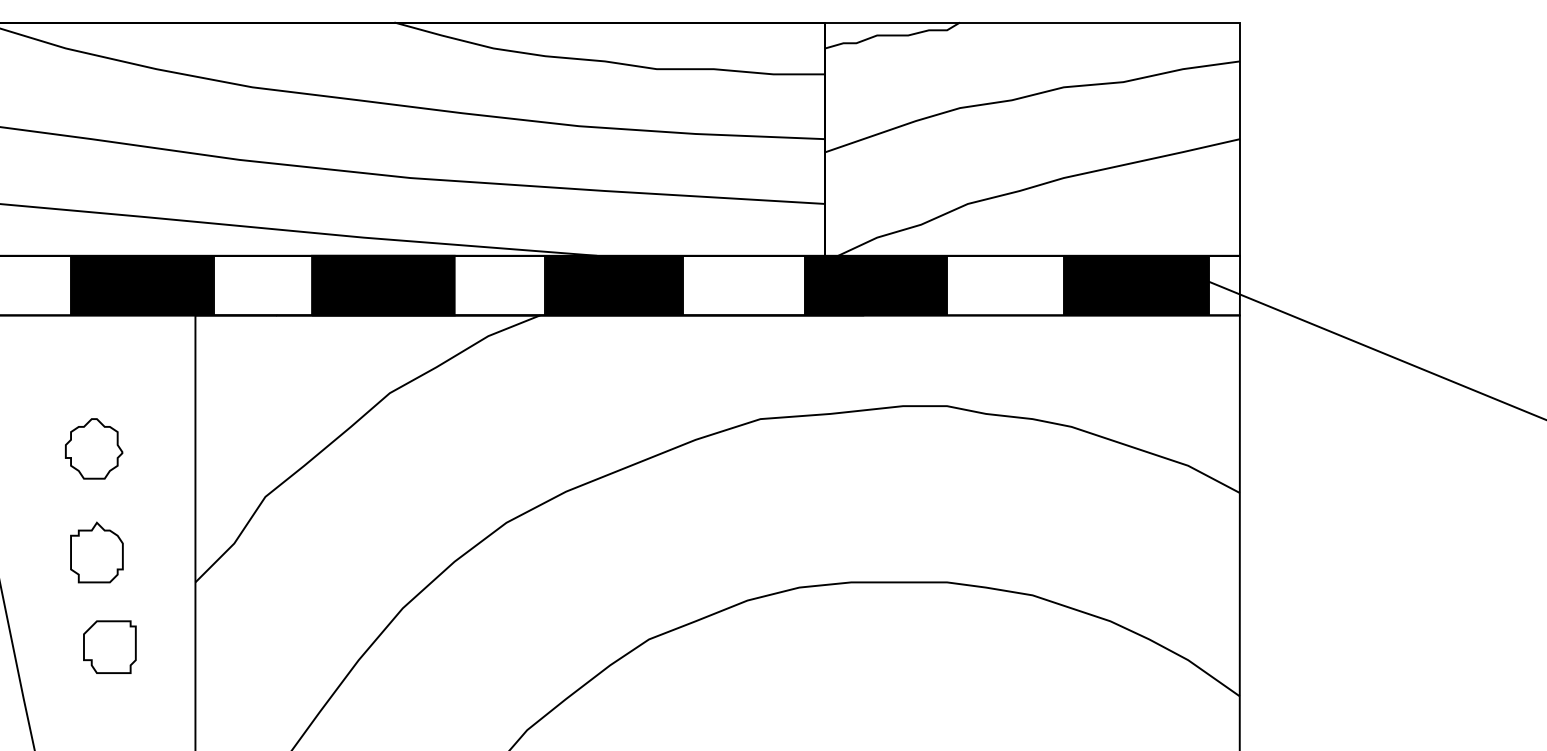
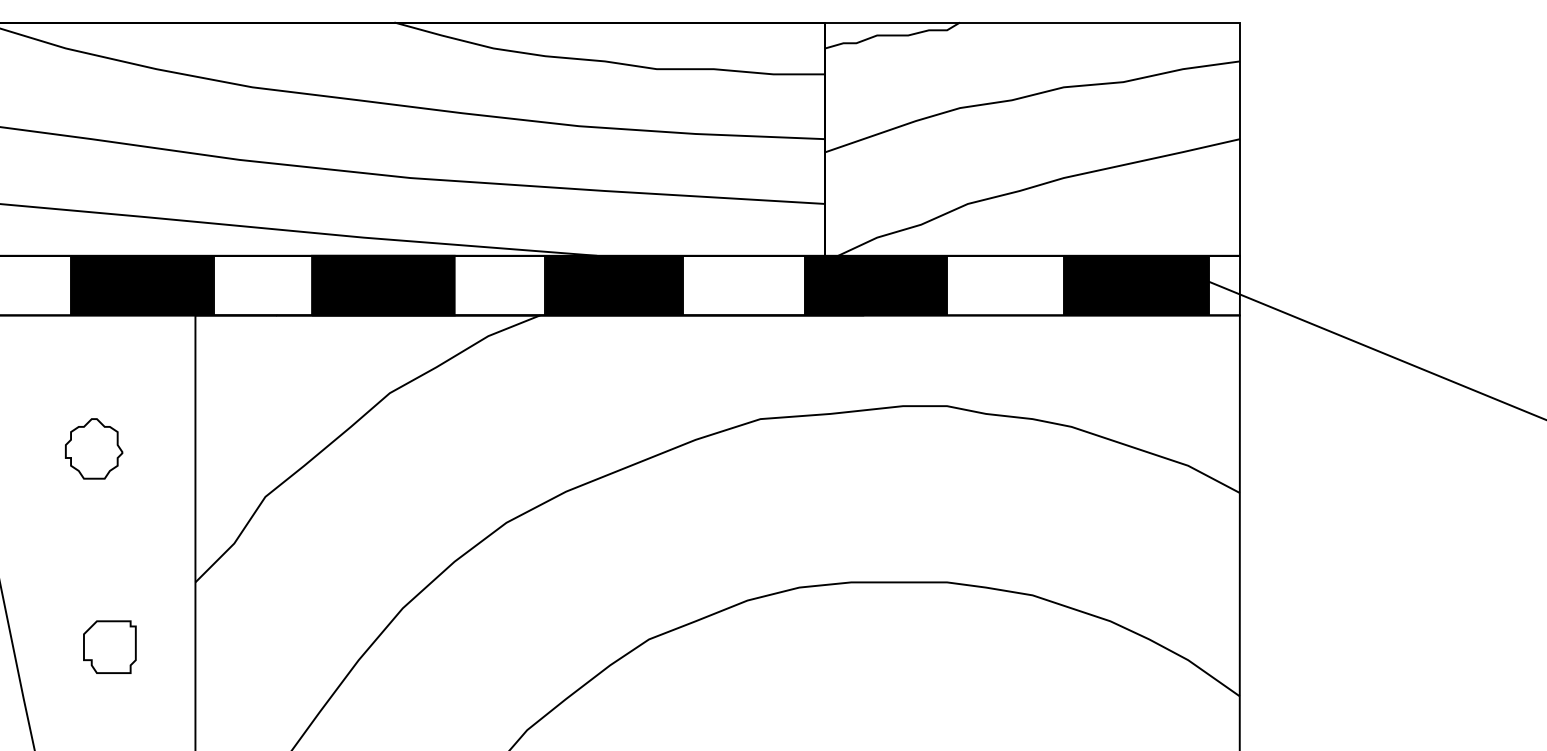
part at (96, 552): present -> none
